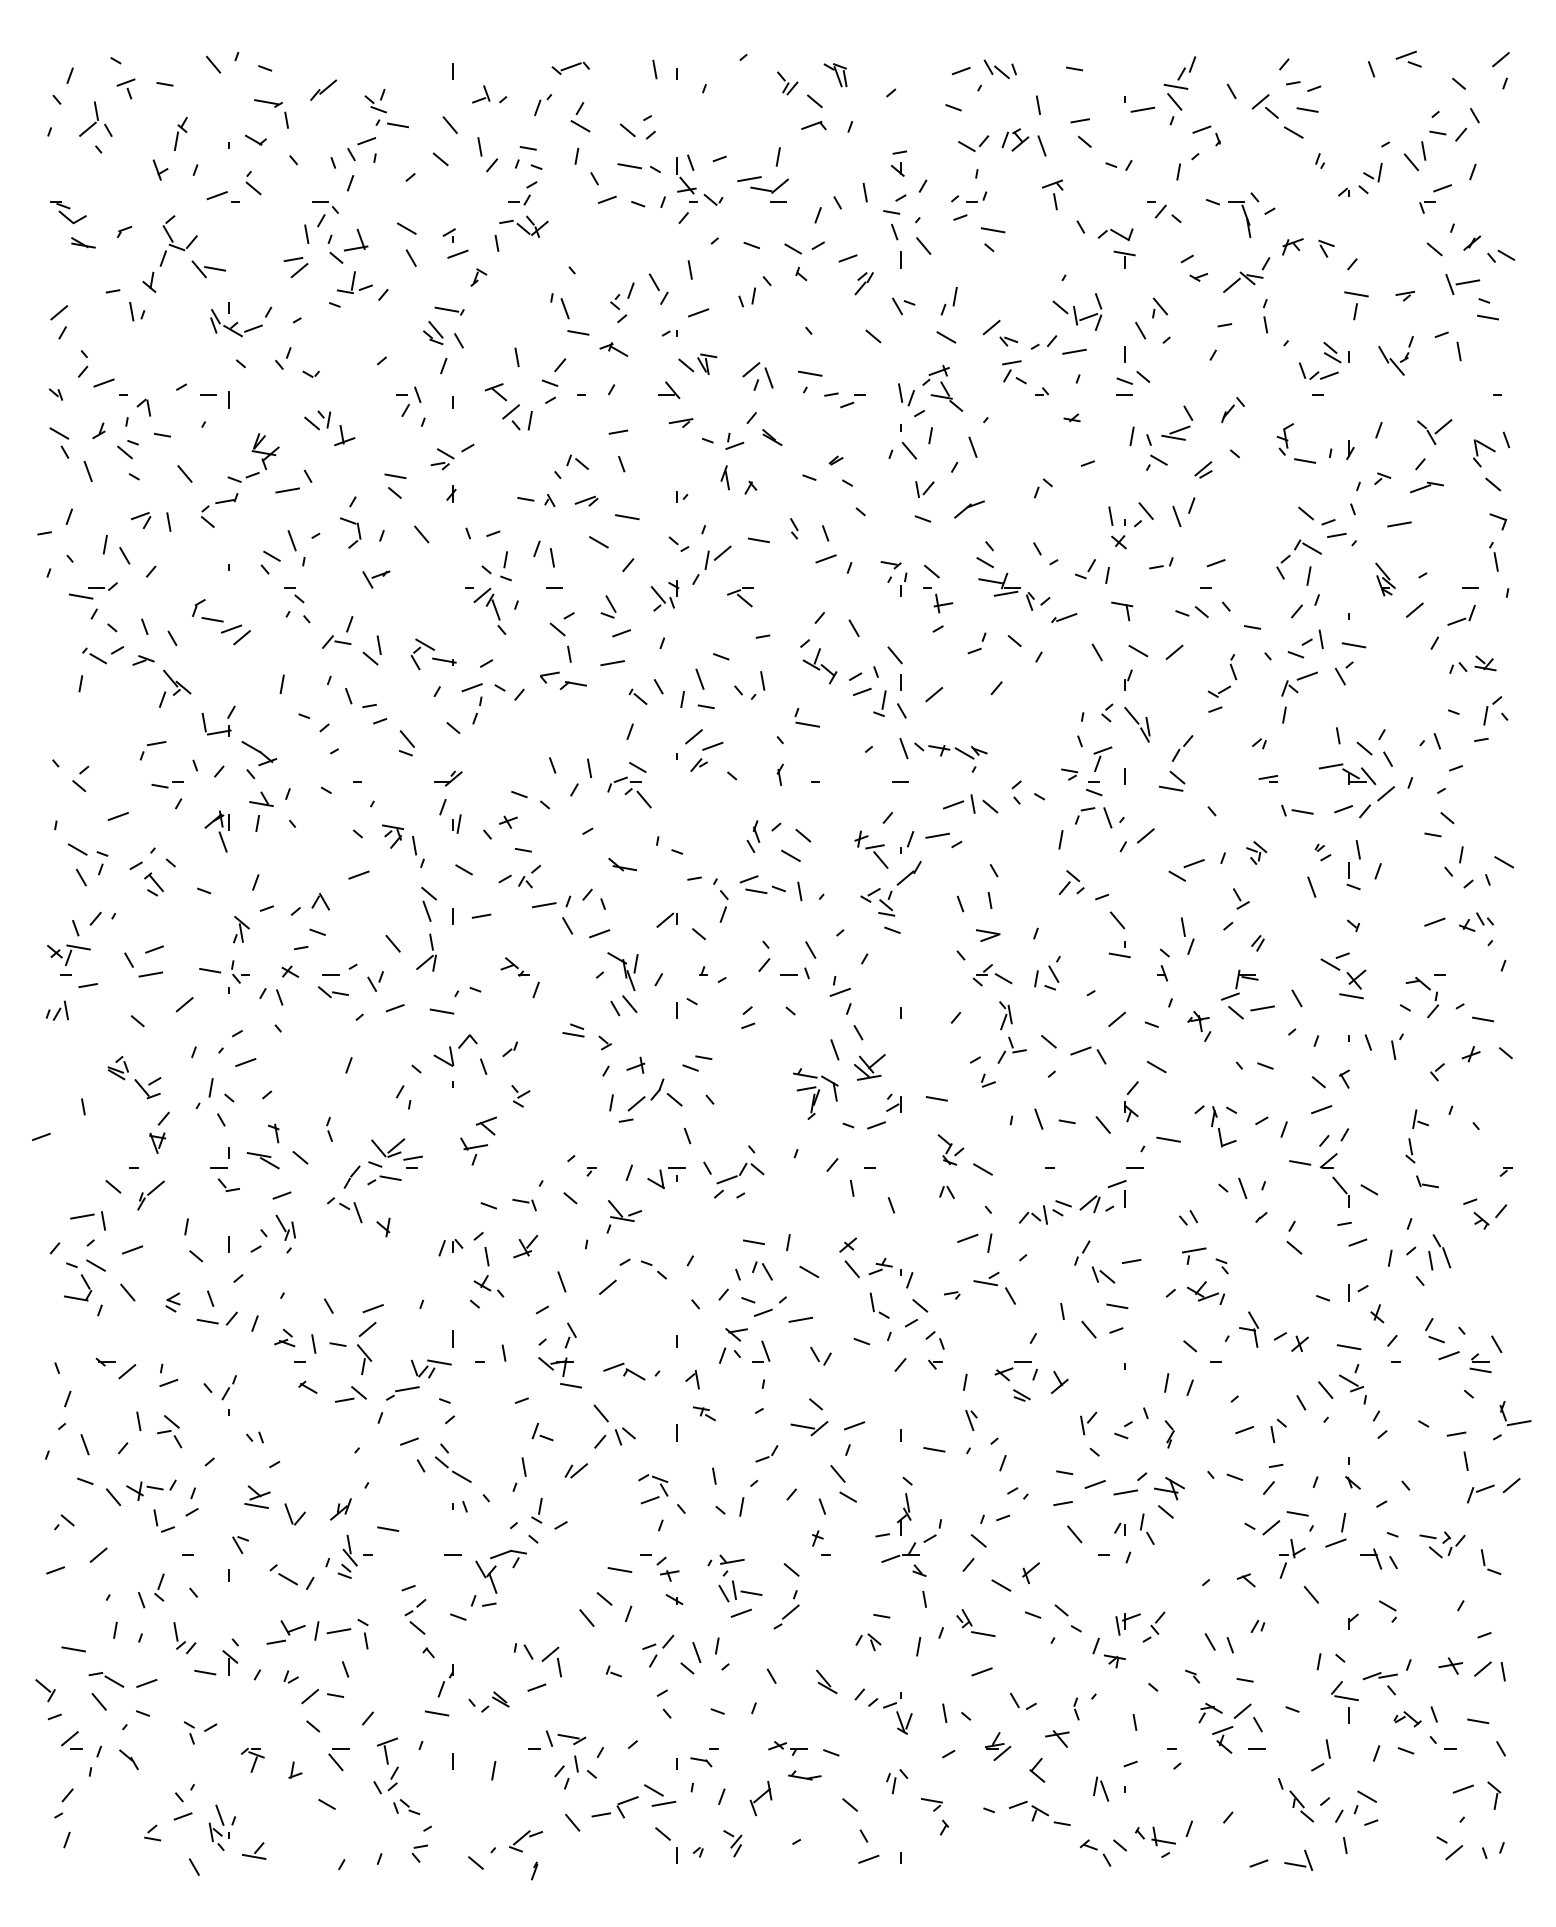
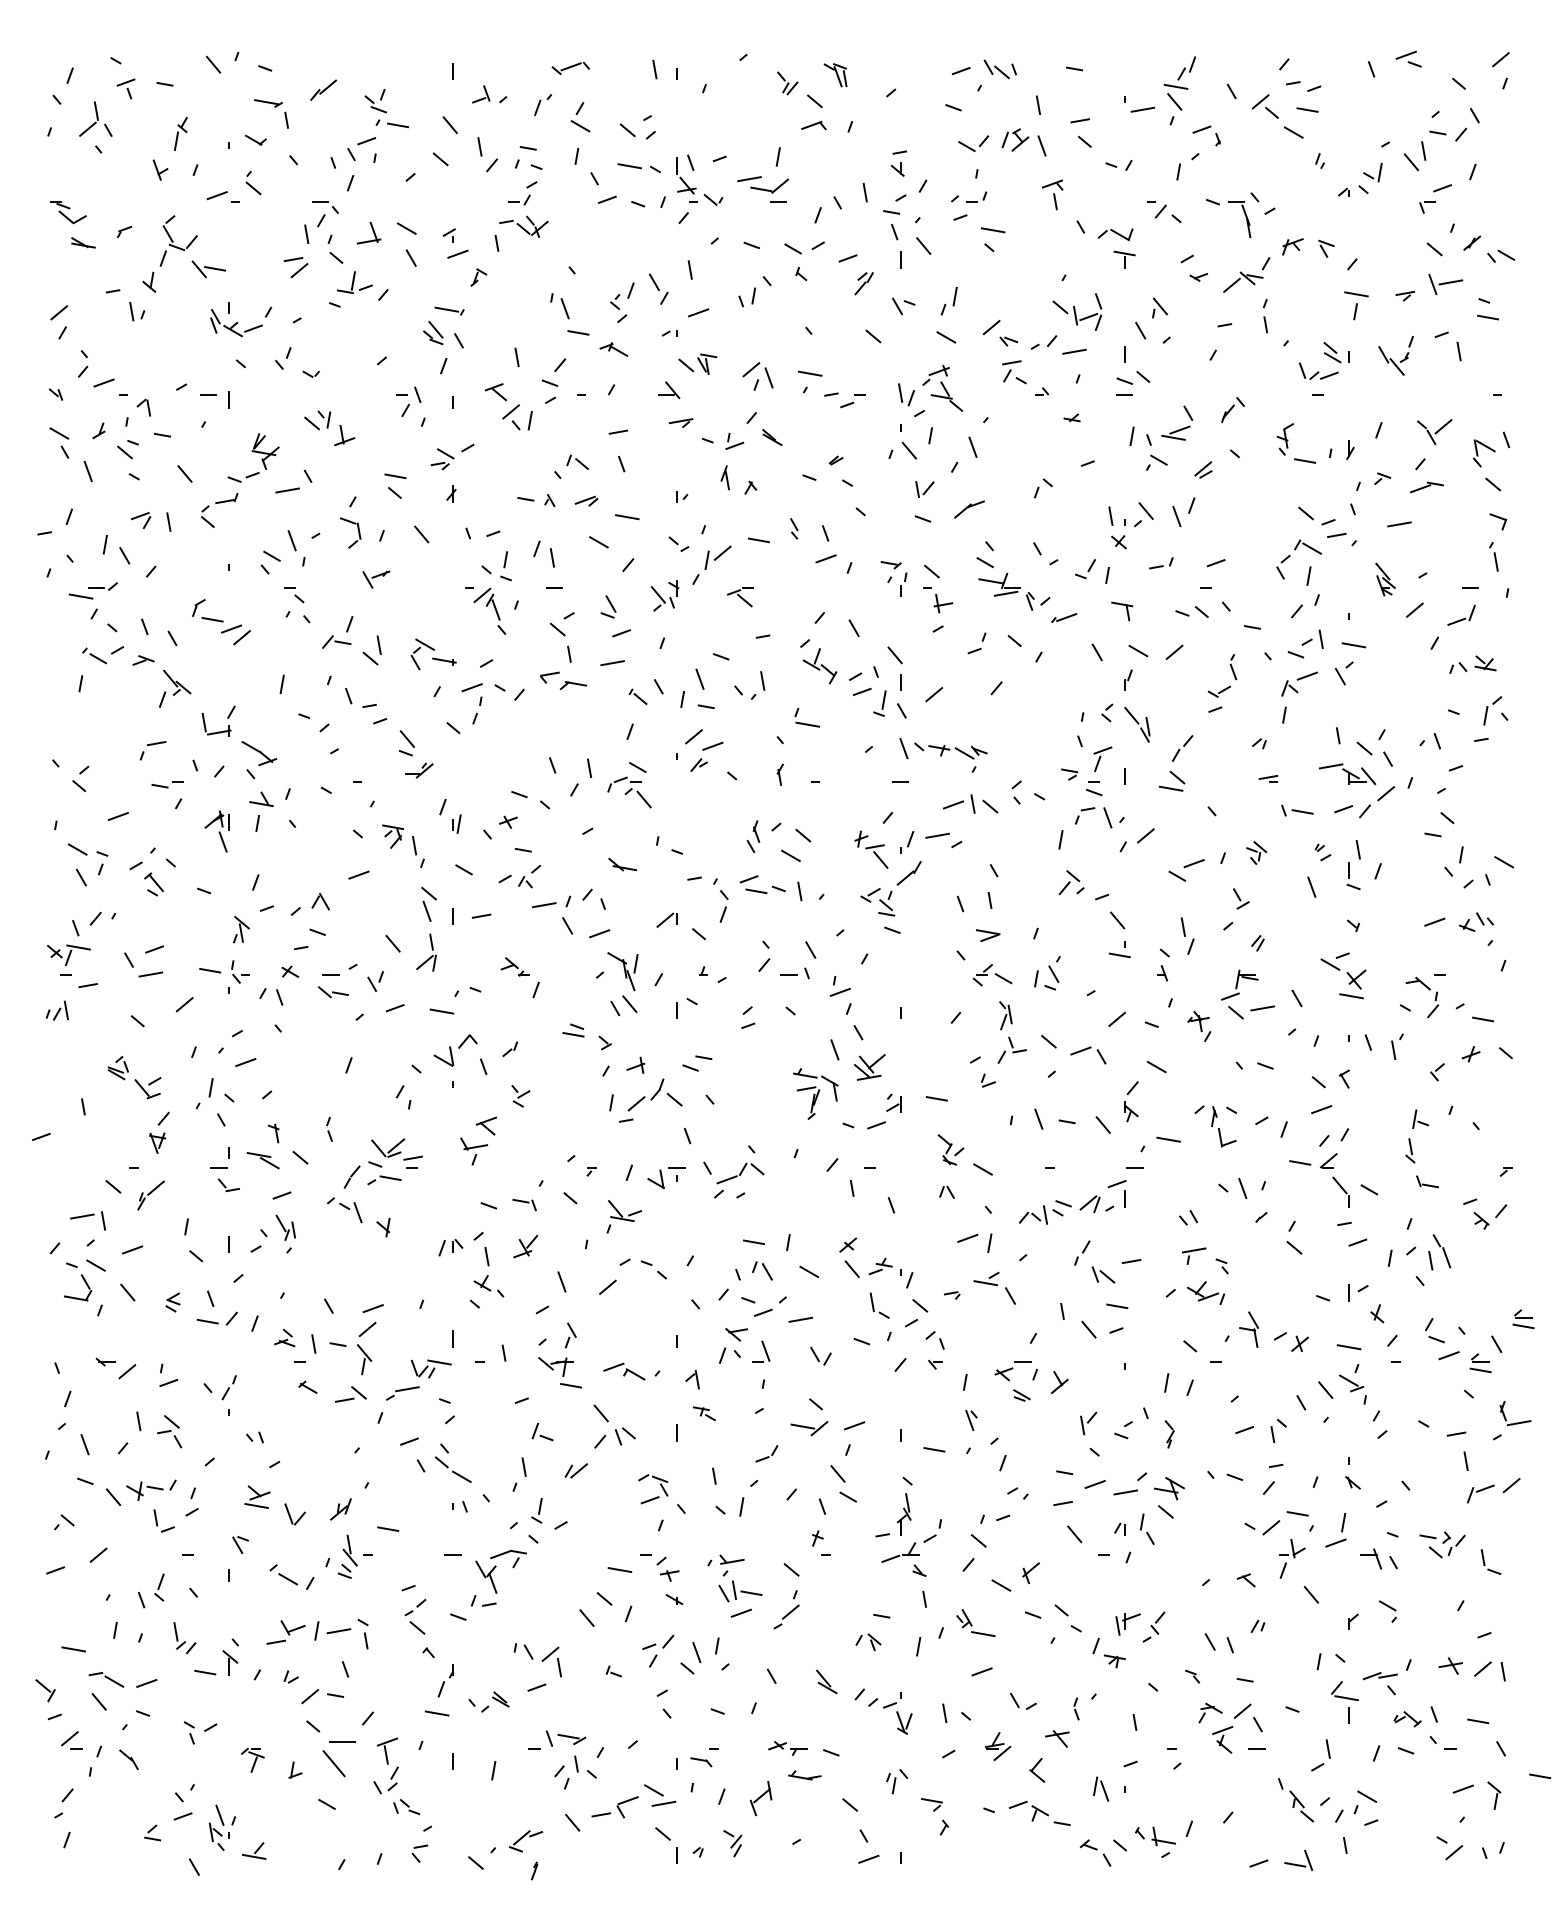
part at (355, 239) position: (355, 239) -> (368, 232)
part at (1462, 284) position: (1462, 284) -> (1445, 284)
part at (448, 778) position: (448, 778) -> (419, 770)
part at (1523, 1319): none -> present
part at (338, 1759) size: 22x24 px -> 34x37 px
line at (1540, 1776): none -> present
